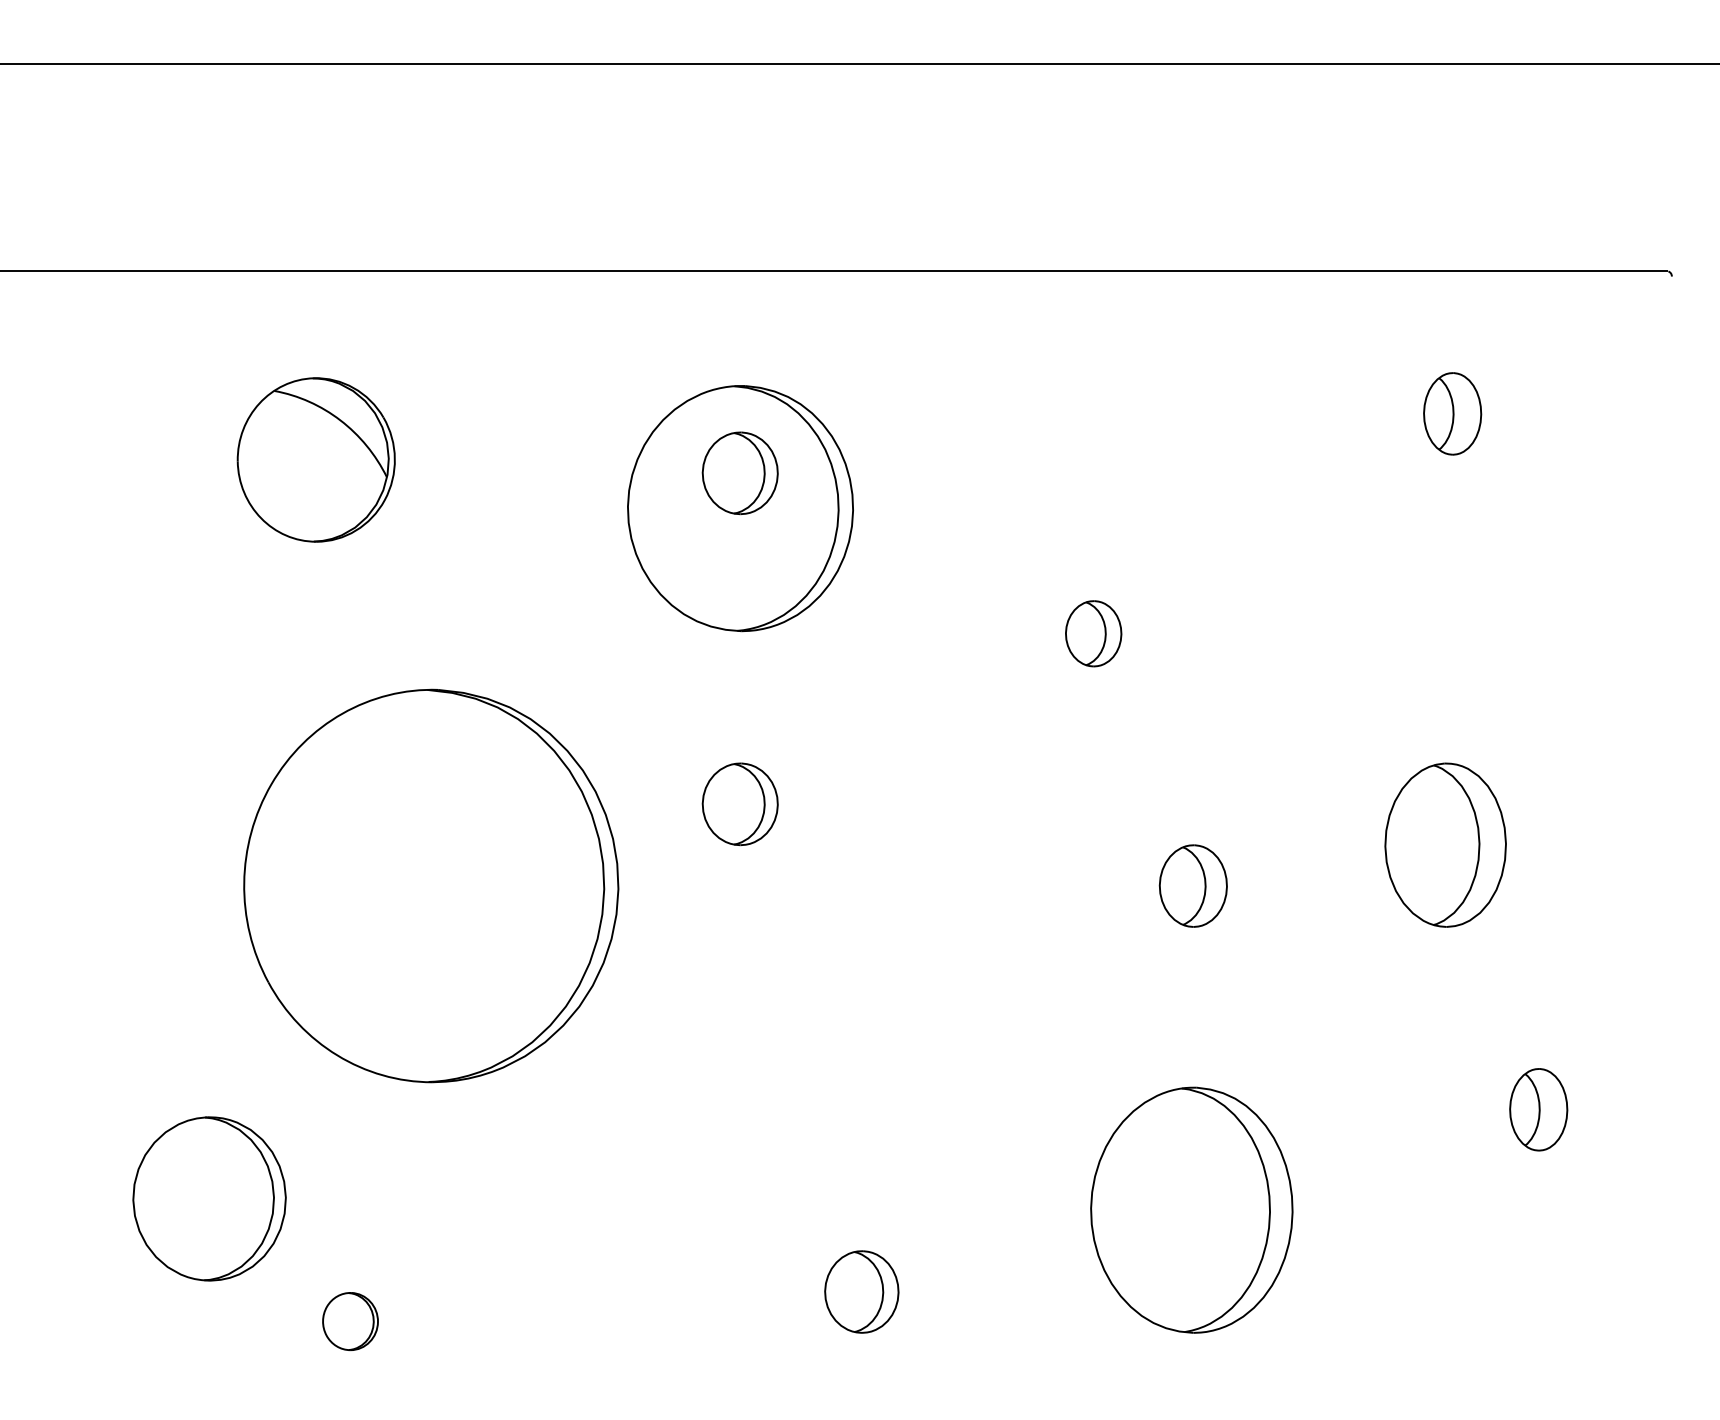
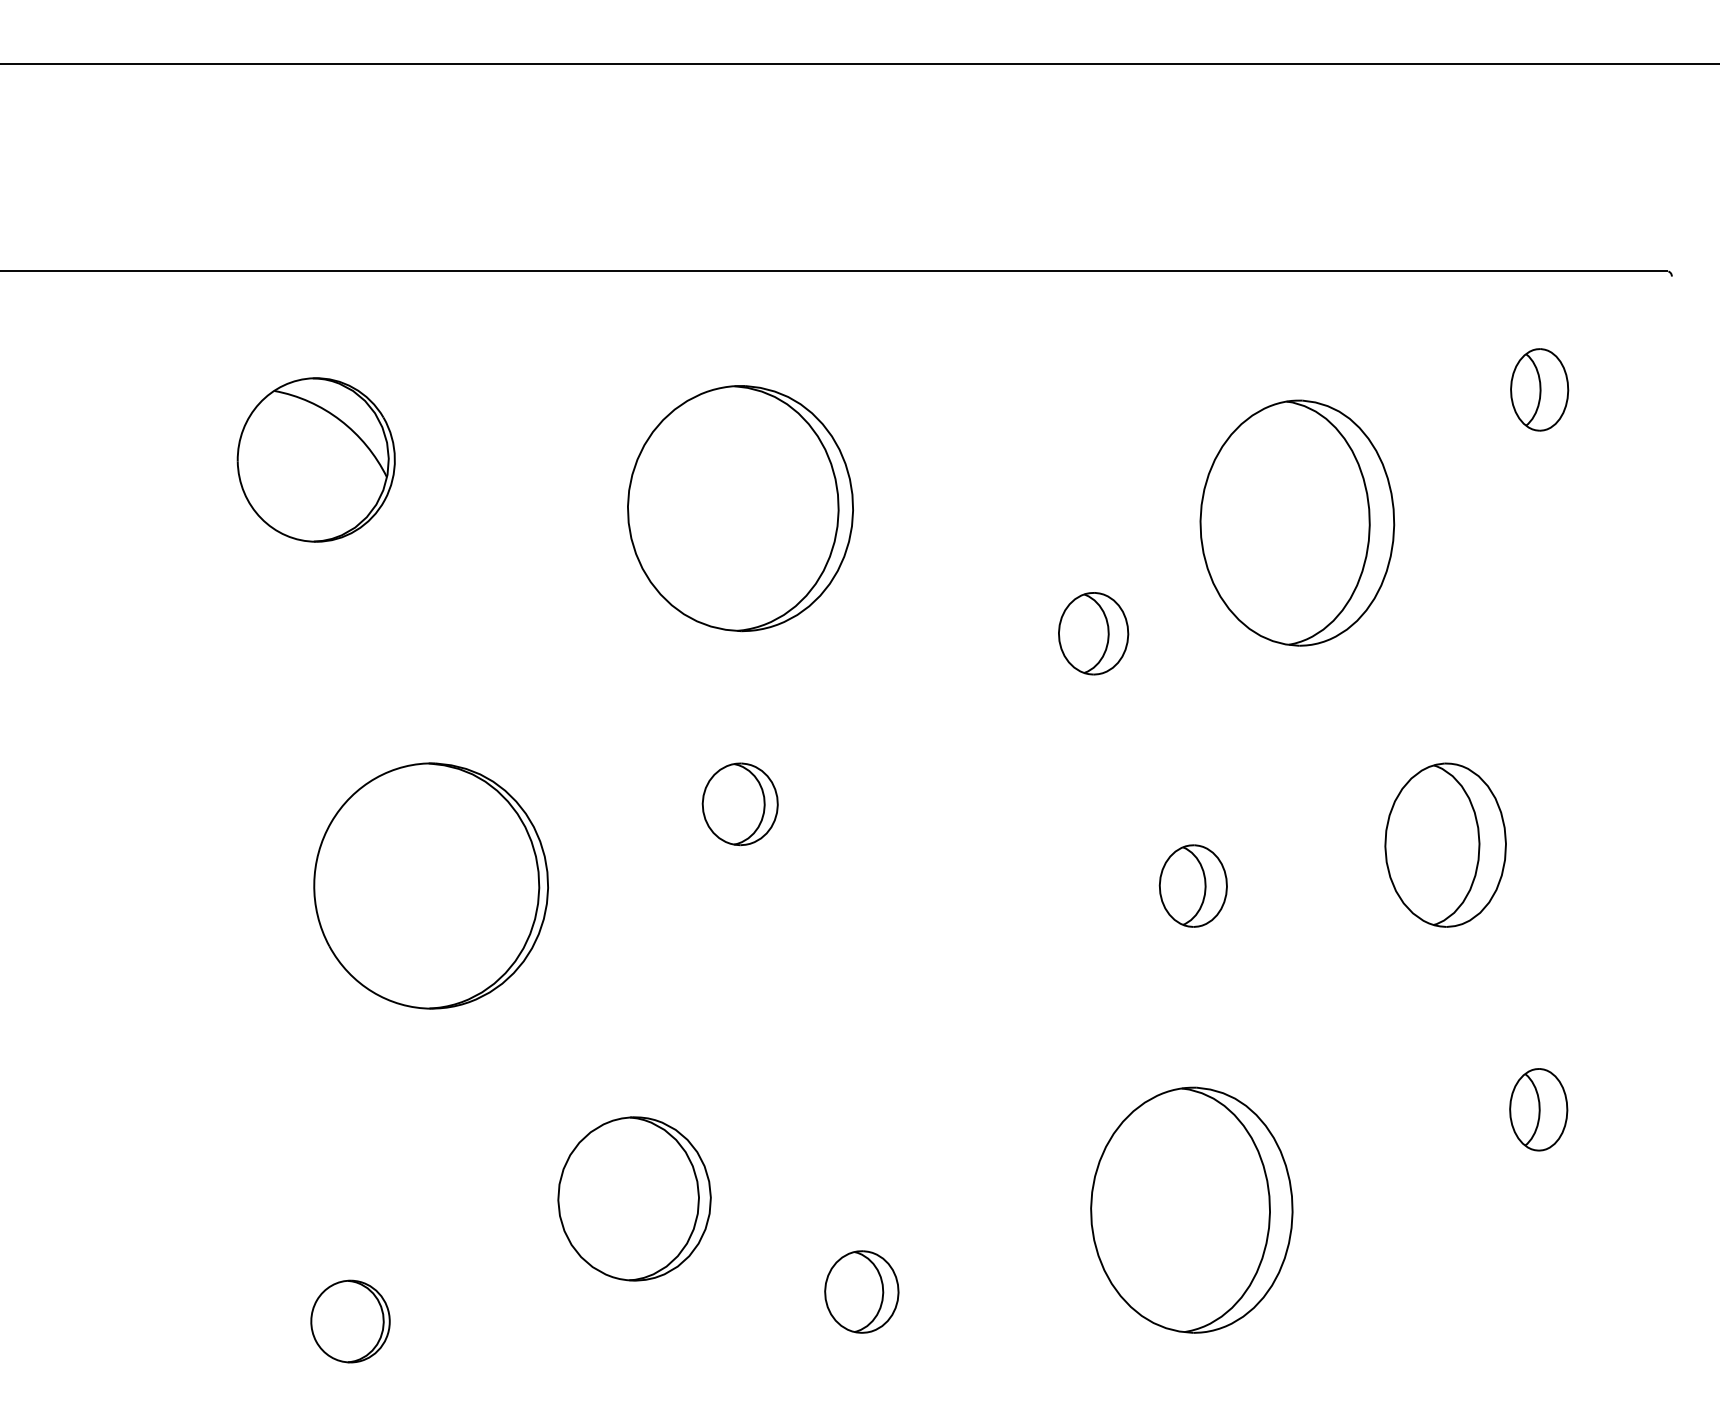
part at (1452, 413) position: (1452, 413) -> (1539, 389)
part at (739, 473): present -> none
part at (1297, 522): none -> present
part at (1093, 633) size: 58x68 px -> 72x84 px
part at (431, 885) size: 377x396 px -> 236x248 px
part at (209, 1198) position: (209, 1198) -> (634, 1198)
part at (350, 1321) size: 57x60 px -> 81x85 px
